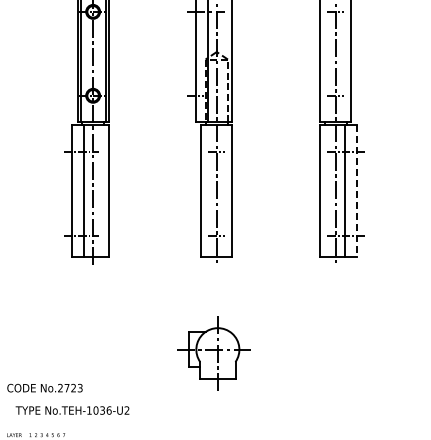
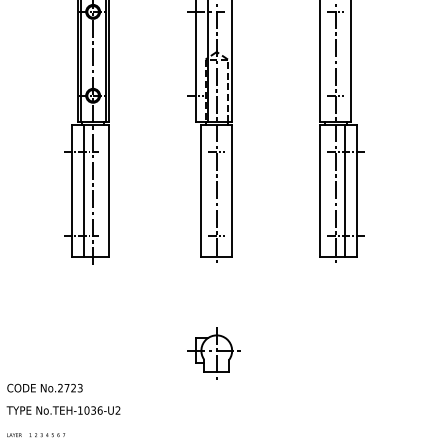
line at (356, 190): dashed -> solid
part at (213, 353) size: 74x75 px -> 54x53 px
text at (72, 410) position: (72, 410) -> (63, 410)
